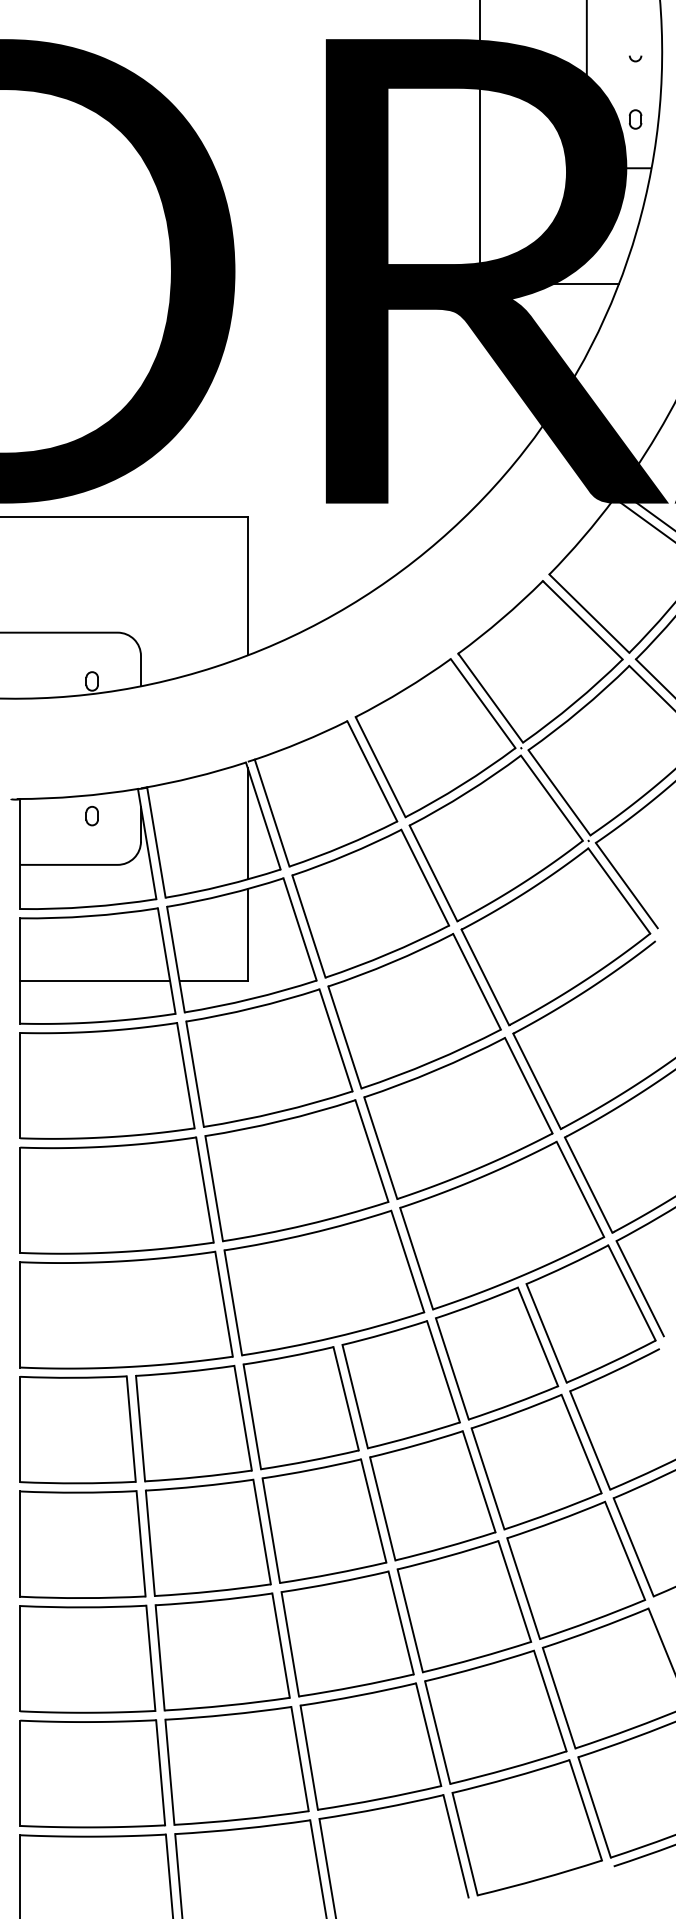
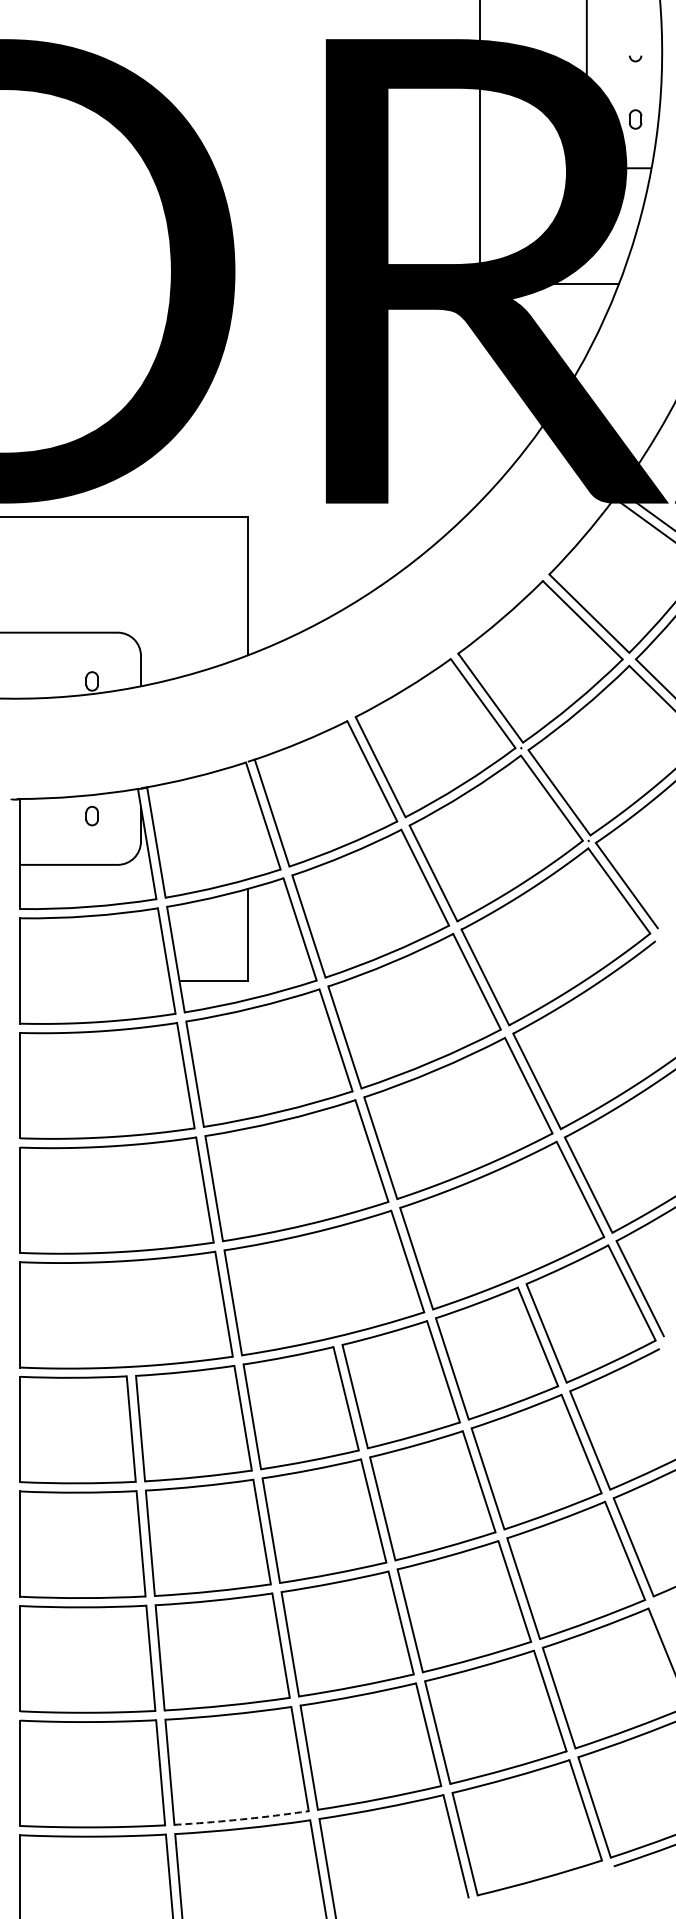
line at (247, 823): present -> none
line at (95, 980): present -> none
arc at (241, 1819): solid -> dashed
